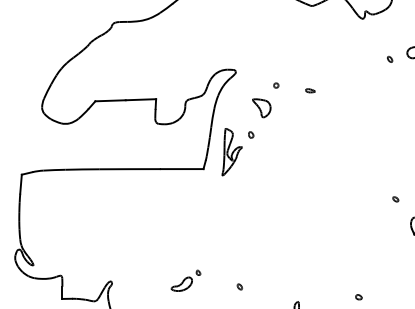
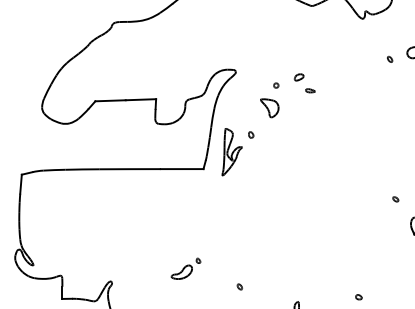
part at (298, 77): none -> present
part at (261, 108) position: (261, 108) -> (269, 108)
part at (185, 280) position: (185, 280) -> (185, 268)
